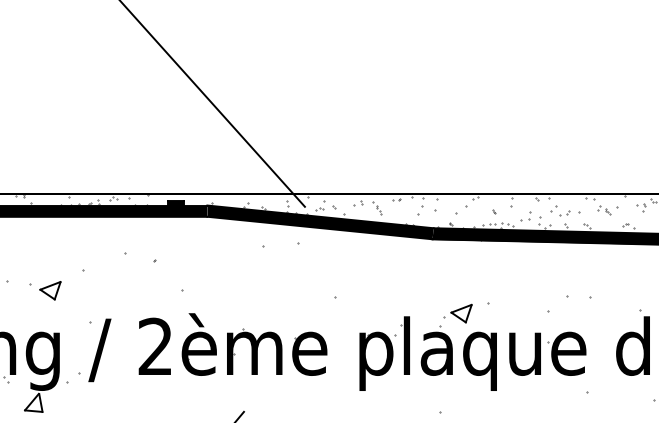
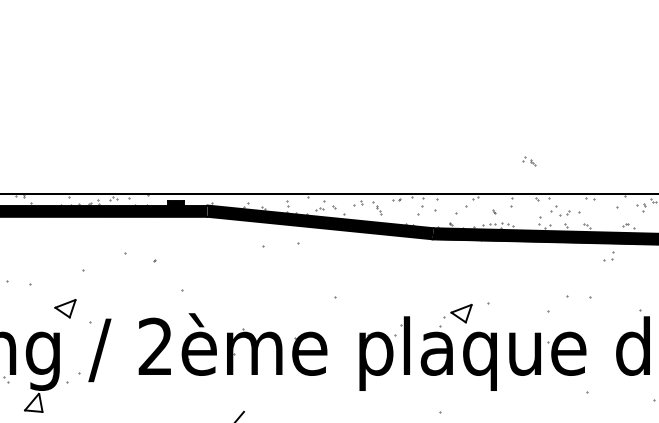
line at (212, 104): present -> none
part at (604, 210) position: (604, 210) -> (529, 161)
part at (525, 216) position: (525, 216) -> (608, 256)
part at (50, 290) position: (50, 290) -> (65, 308)
